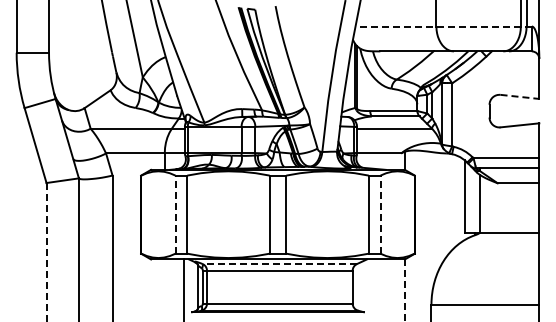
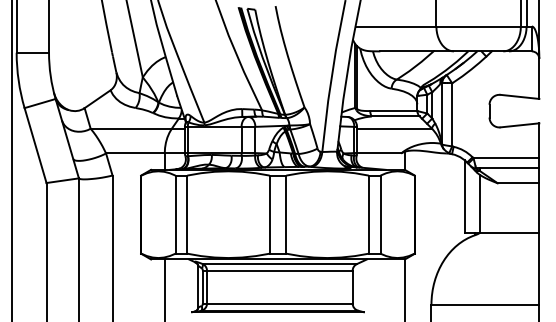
line at (443, 26): dashed -> solid
line at (520, 96): dashed -> solid
line at (11, 160): none -> present
line at (175, 214): dashed -> solid
line at (380, 214): dashed -> solid
line at (46, 251): dashed -> solid
line at (279, 264): dashed -> solid
line at (183, 288) position: (183, 288) -> (164, 288)
line at (404, 291): dashed -> solid
